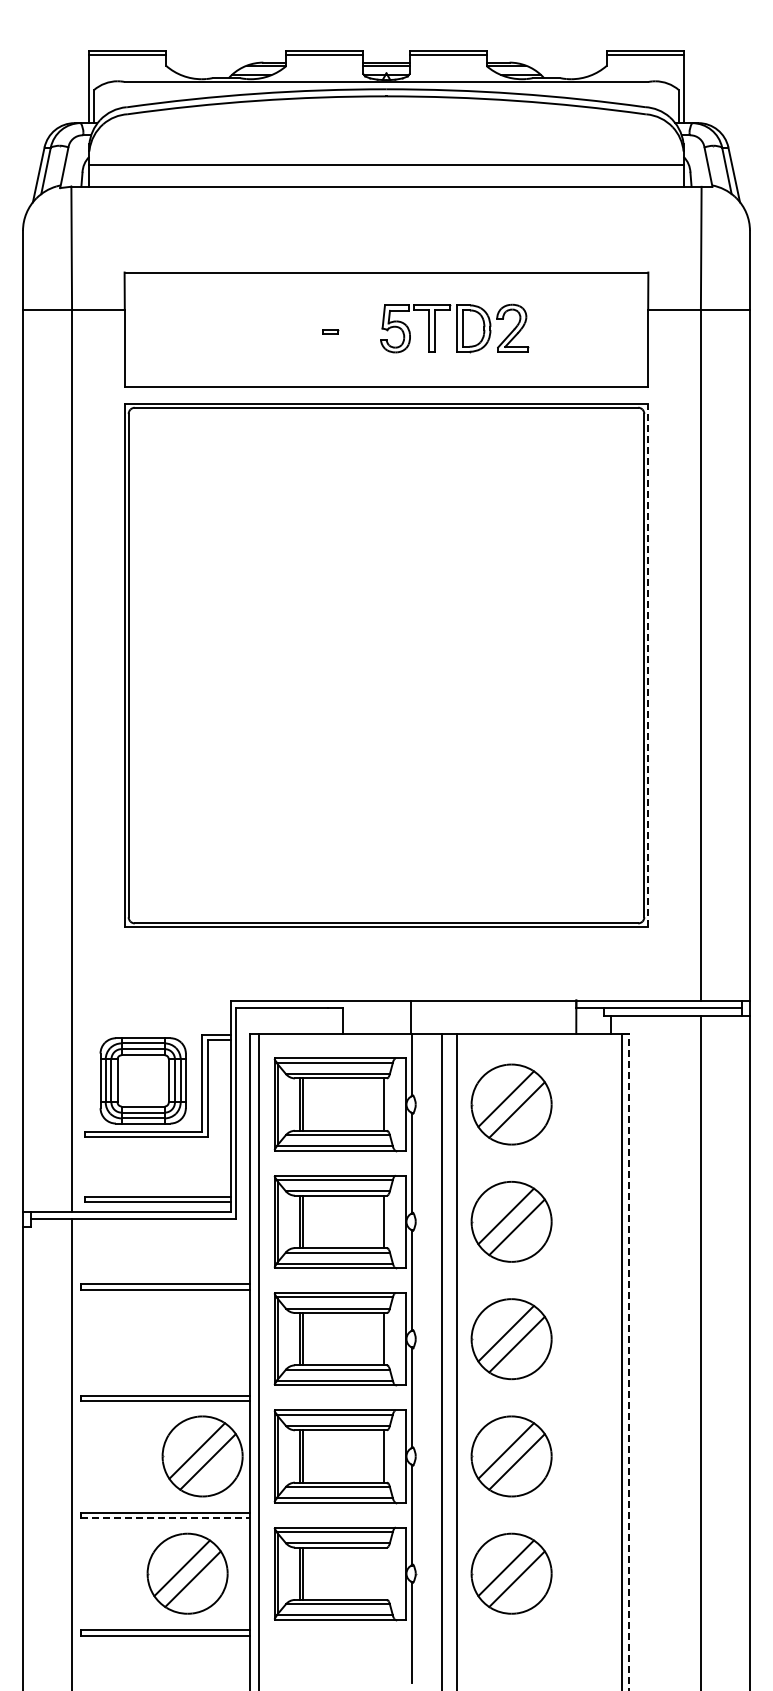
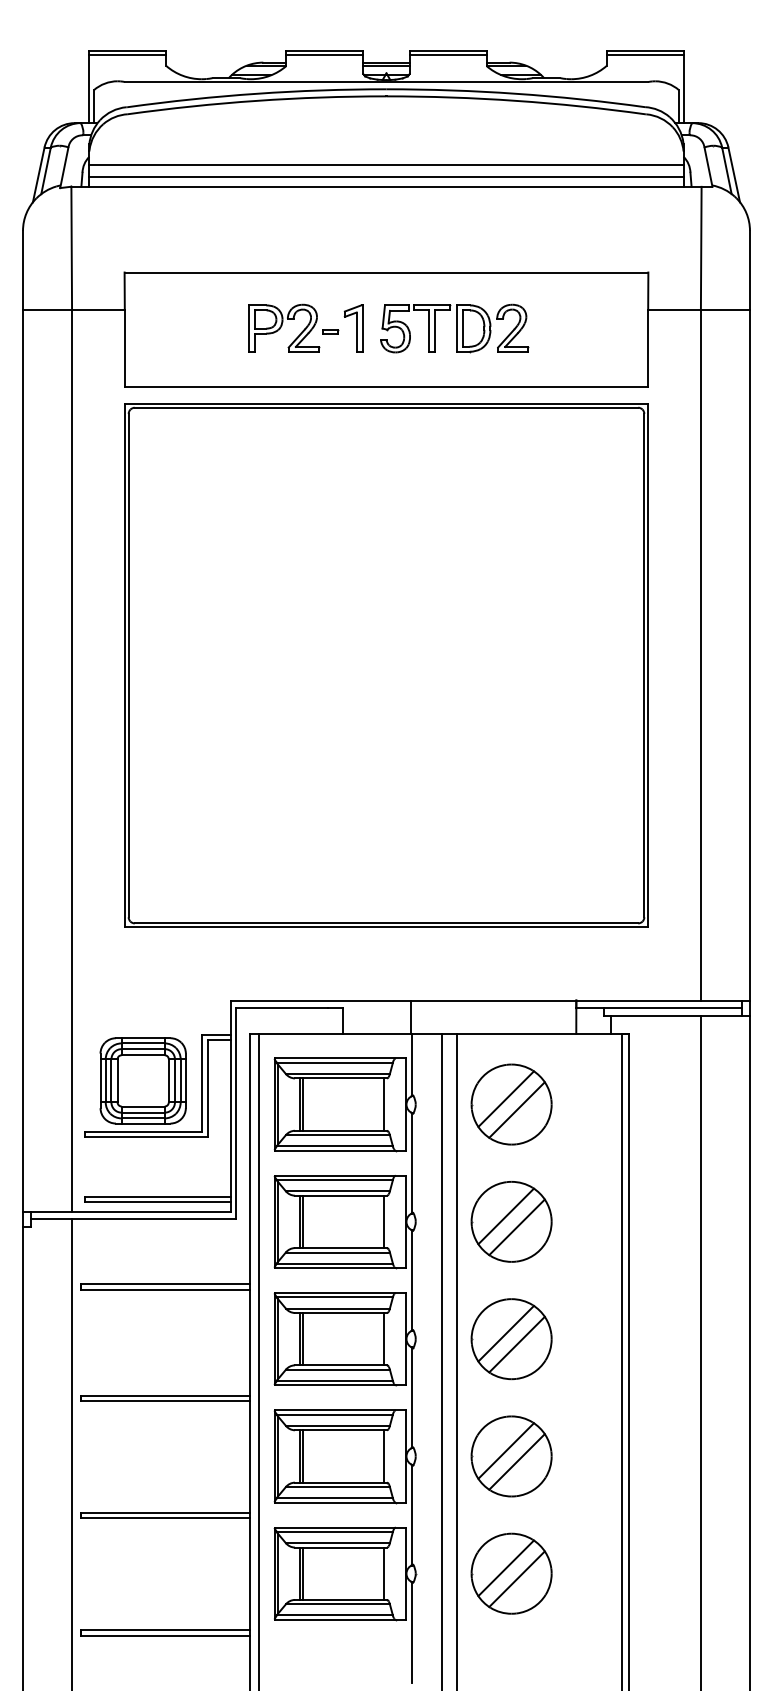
line at (386, 176): none -> present
part at (284, 327): none -> present
part at (353, 328): none -> present
line at (648, 665): dashed -> solid
line at (628, 1361): dashed -> solid
part at (202, 1456): present -> none
line at (165, 1518): dashed -> solid
part at (187, 1573): present -> none
line at (384, 1573): none -> present
